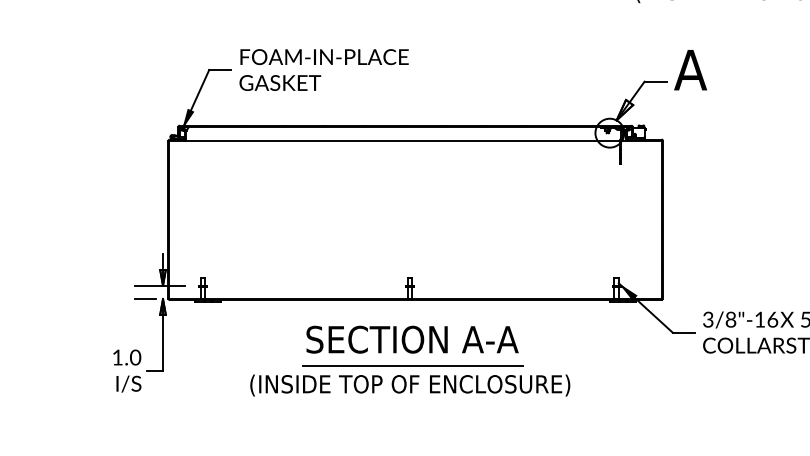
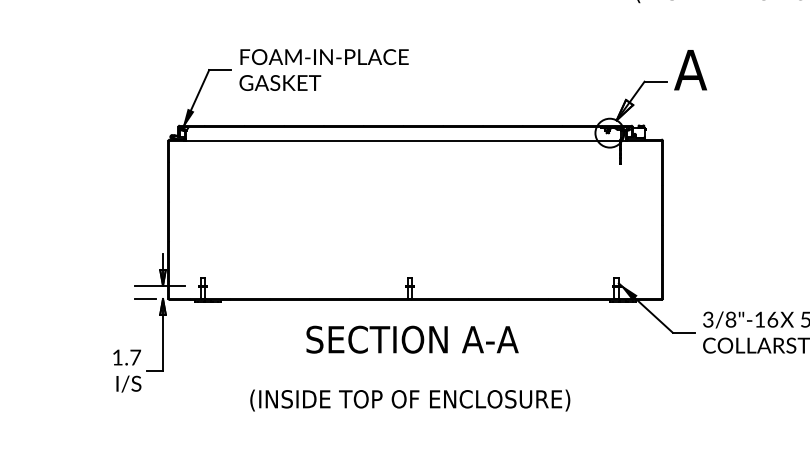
text at (135, 357): 1.0 -> 1.7
line at (412, 366): present -> none
text at (410, 385) position: (410, 385) -> (410, 400)
